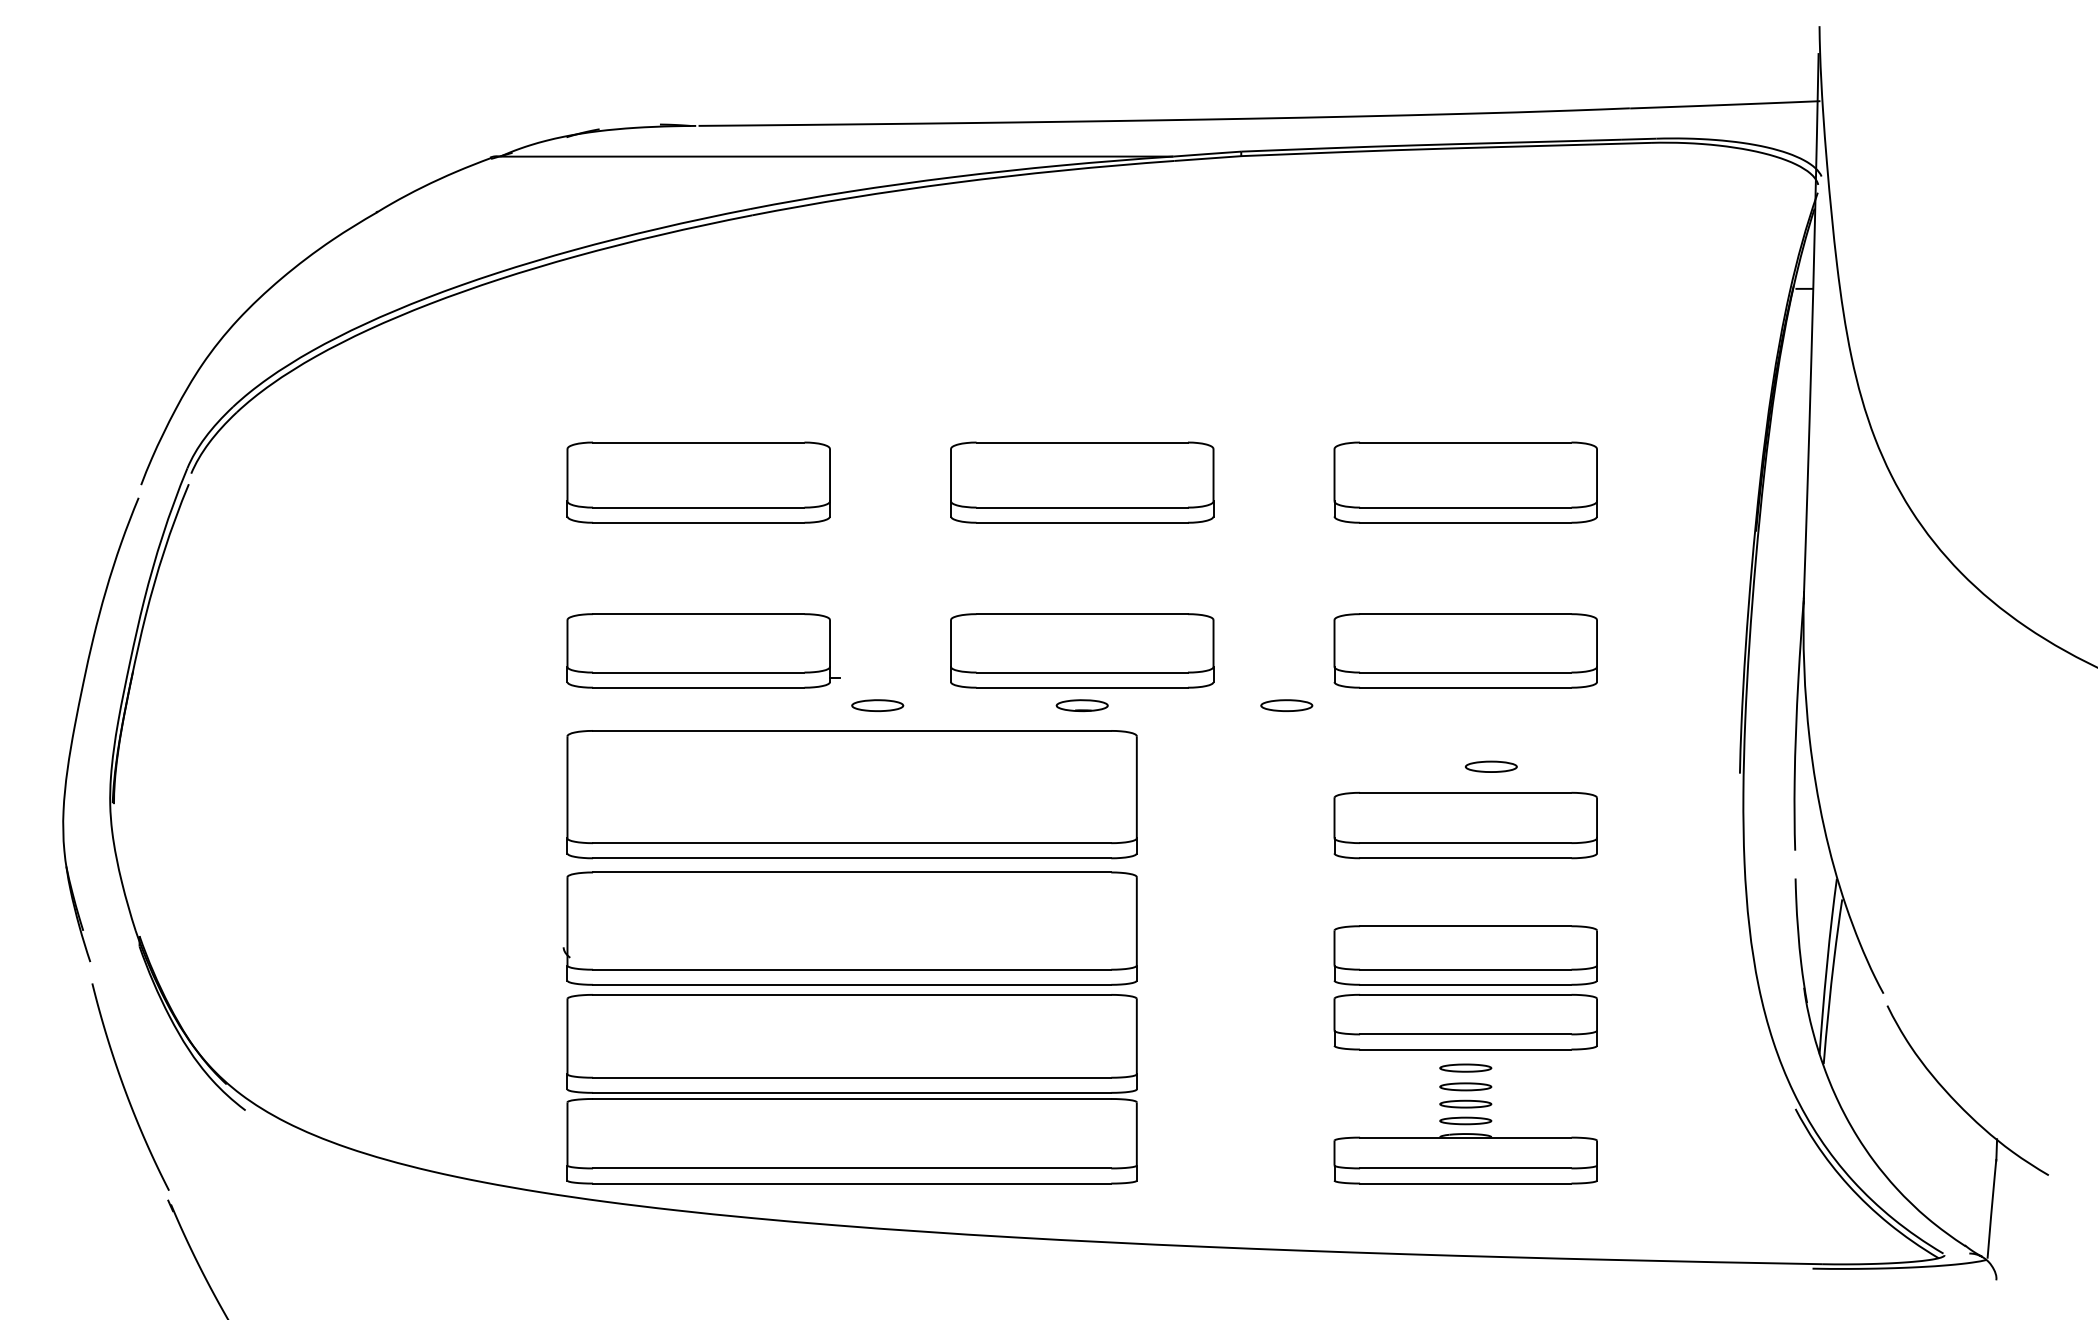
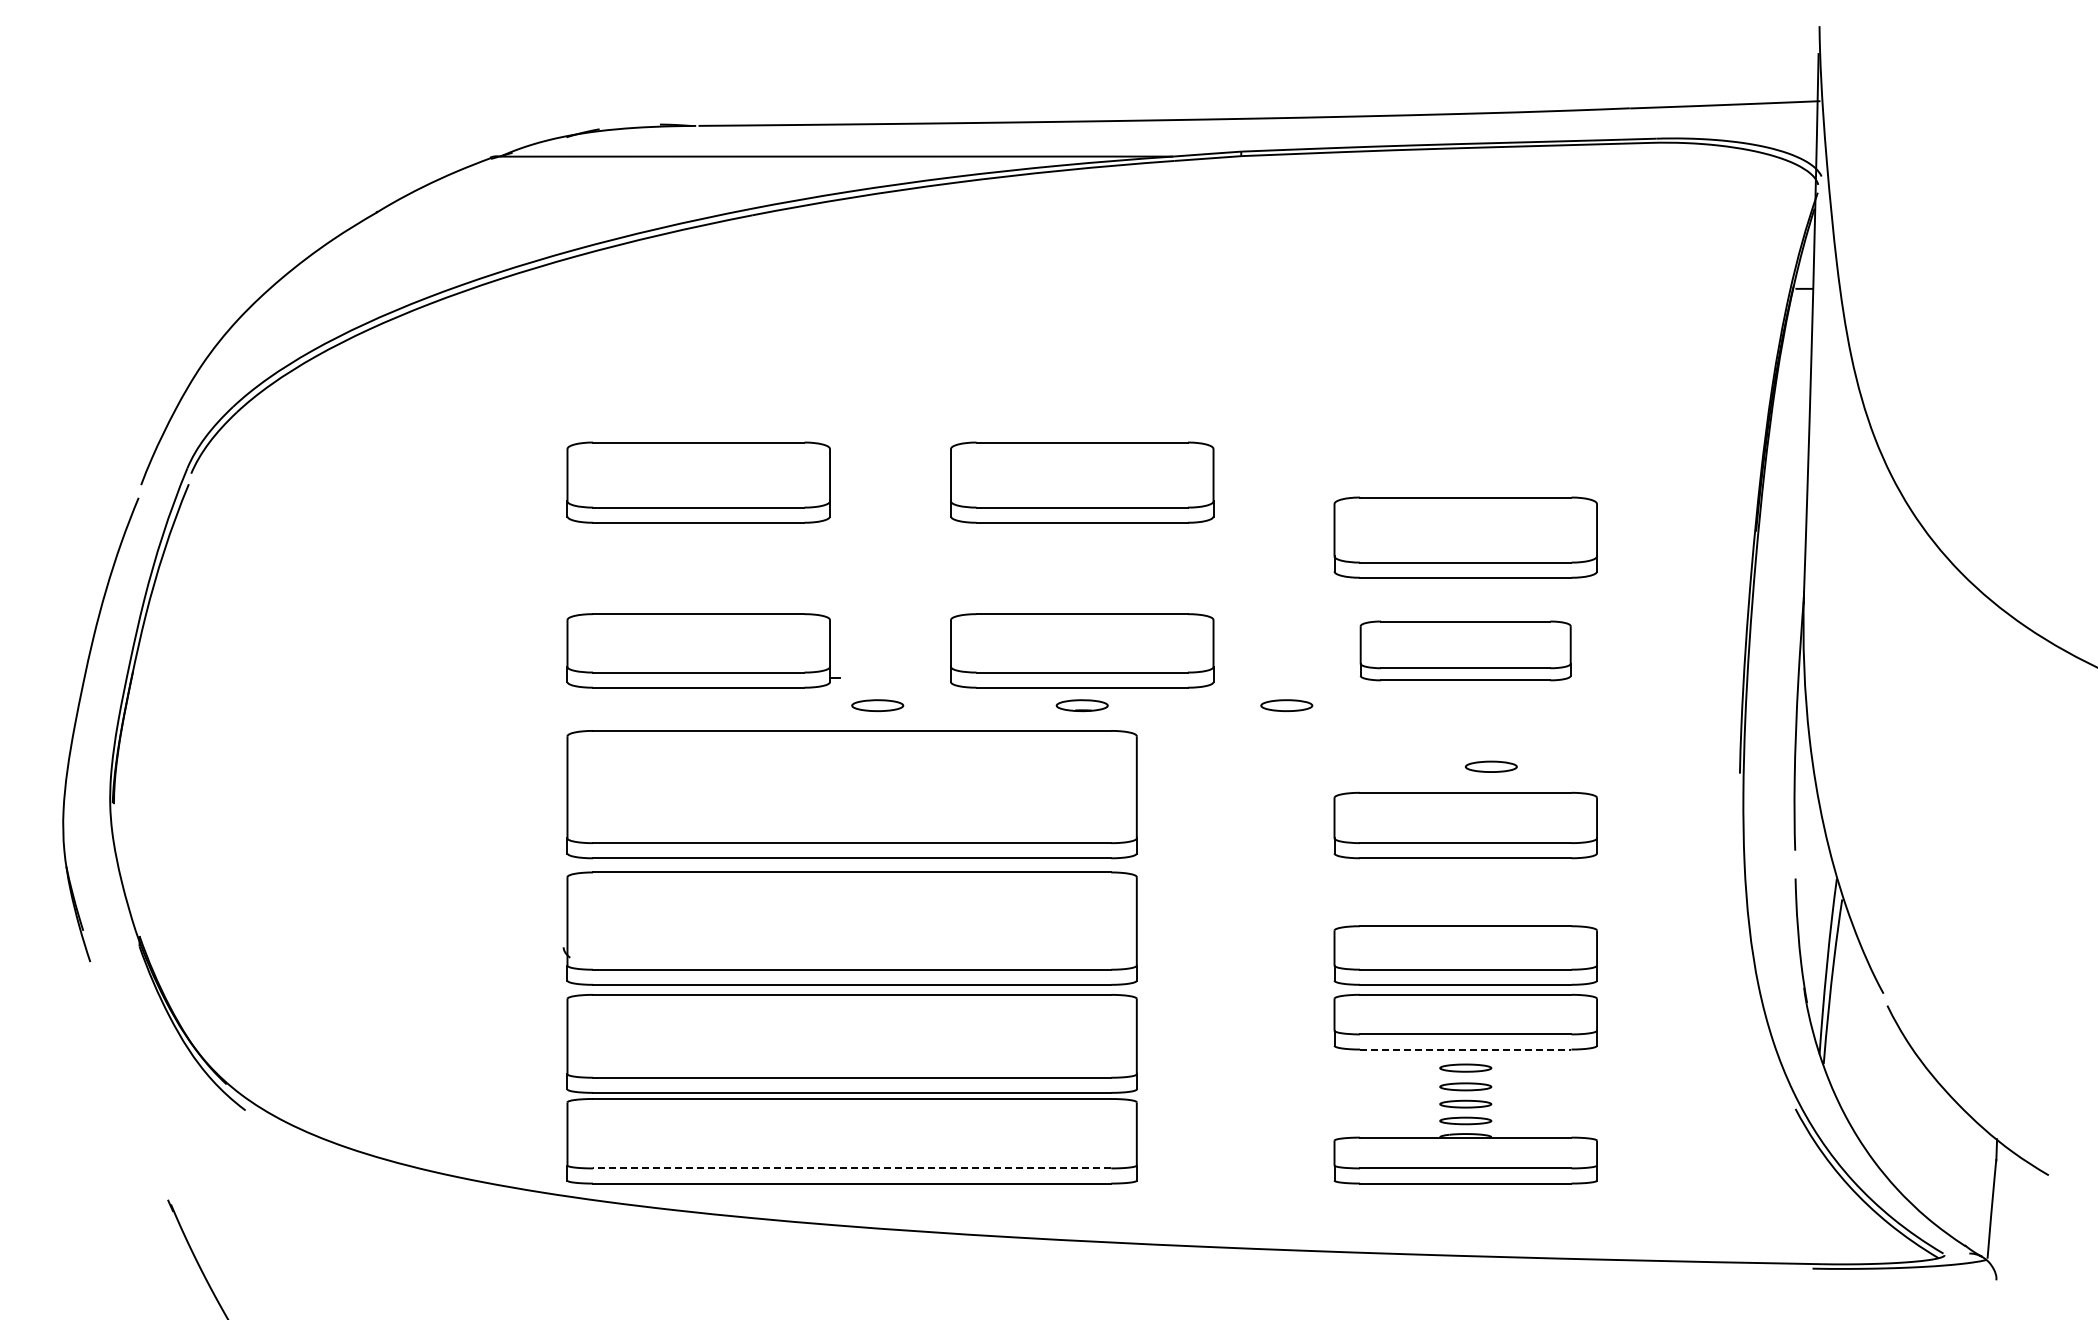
part at (1465, 482) position: (1465, 482) -> (1465, 537)
part at (1465, 650) size: 265x76 px -> 213x62 px
line at (1465, 1049): solid -> dashed
curve at (125, 1088): present -> none
line at (851, 1168): solid -> dashed
